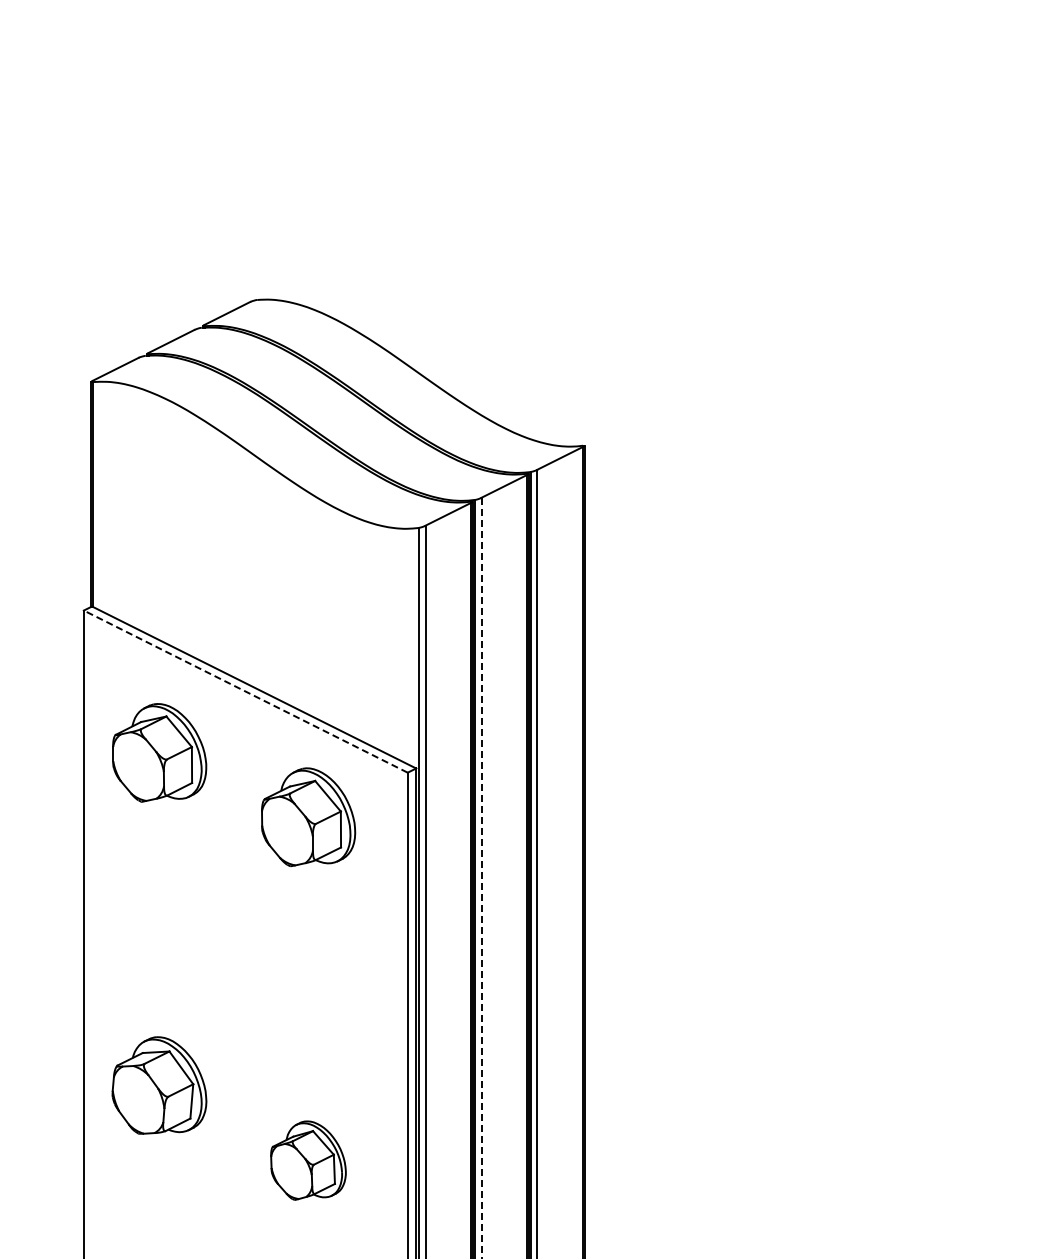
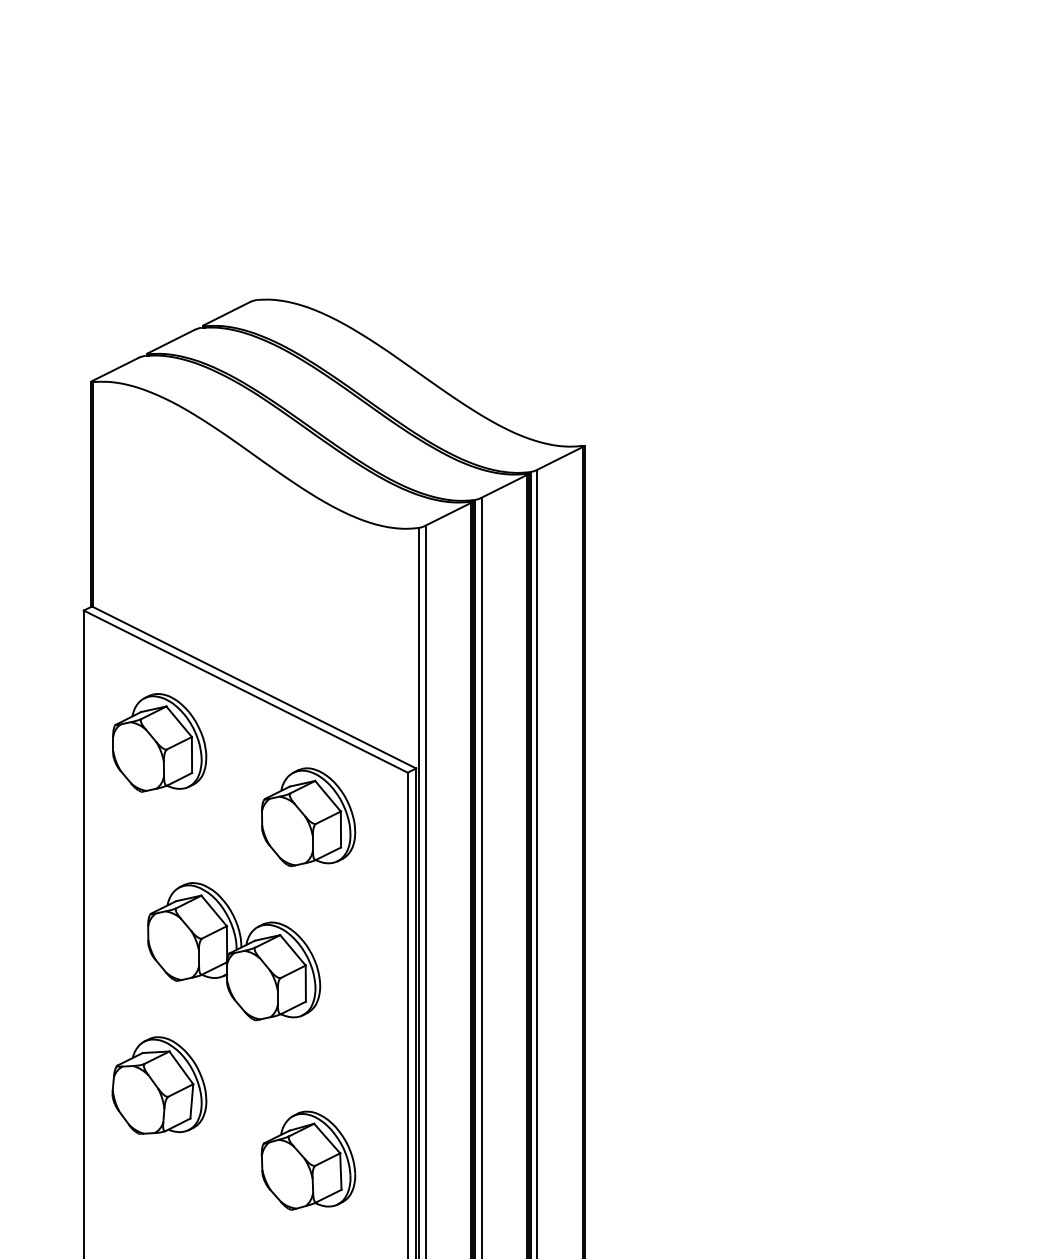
line at (245, 691): dashed -> solid
part at (159, 752) position: (159, 752) -> (159, 742)
line at (481, 878): dashed -> solid
part at (234, 951): none -> present
part at (308, 1160) size: 77x81 px -> 97x101 px
